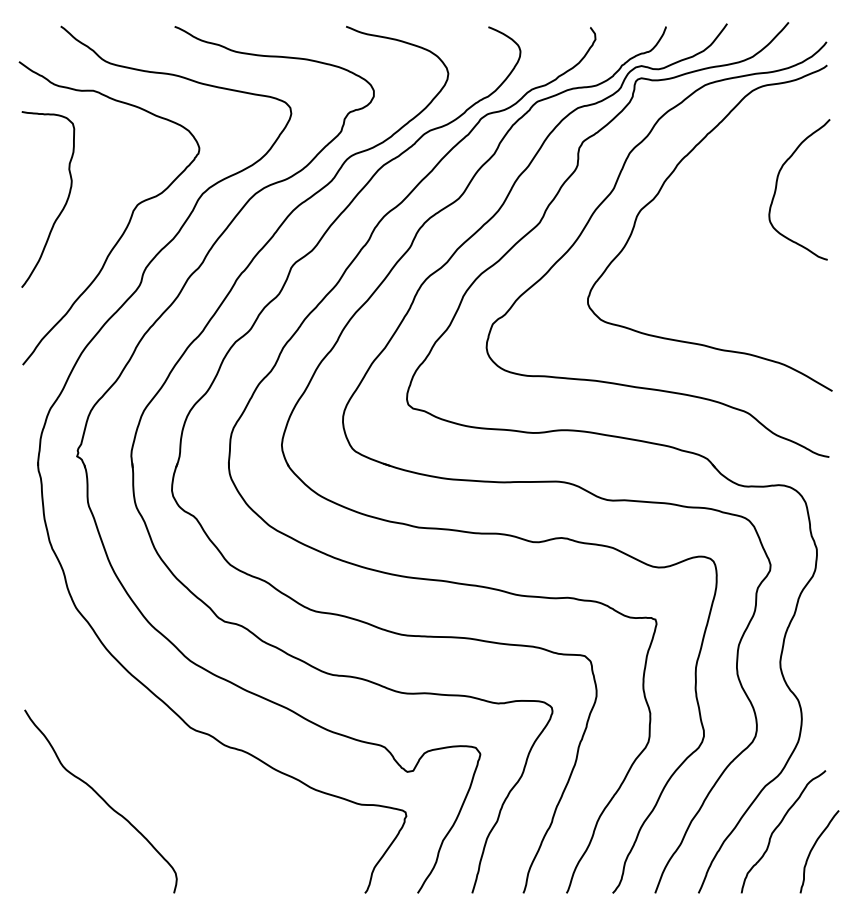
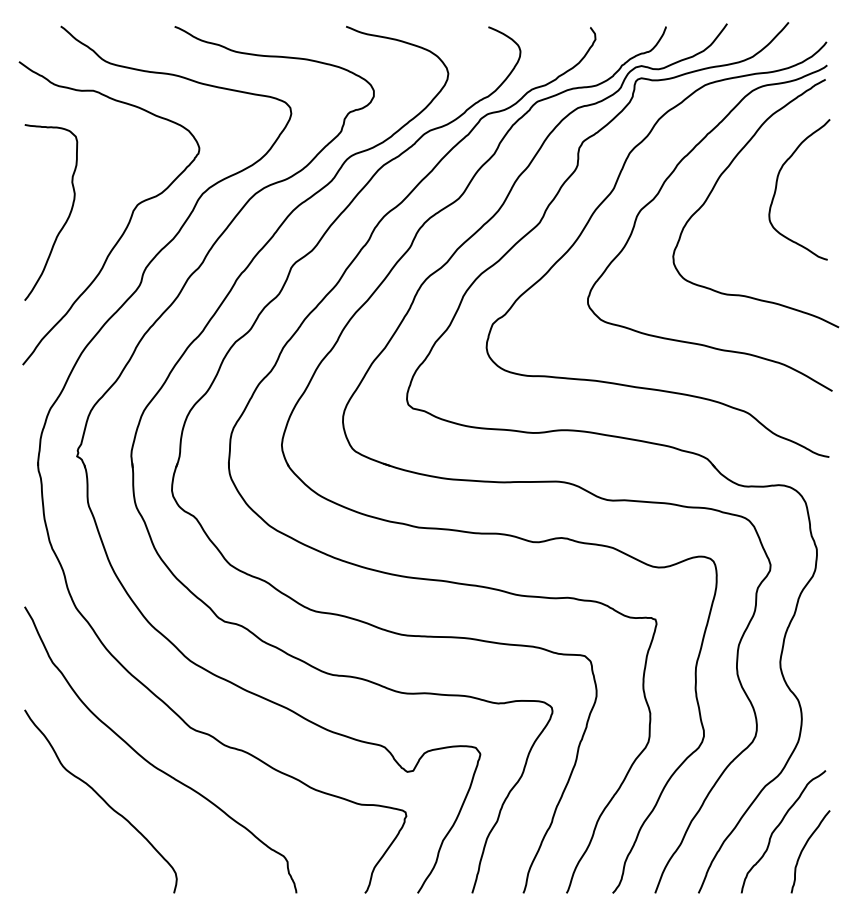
curve at (719, 179): none -> present
curve at (61, 209) position: (61, 209) -> (64, 222)
curve at (149, 761): none -> present
curve at (813, 848) position: (813, 848) -> (804, 848)
